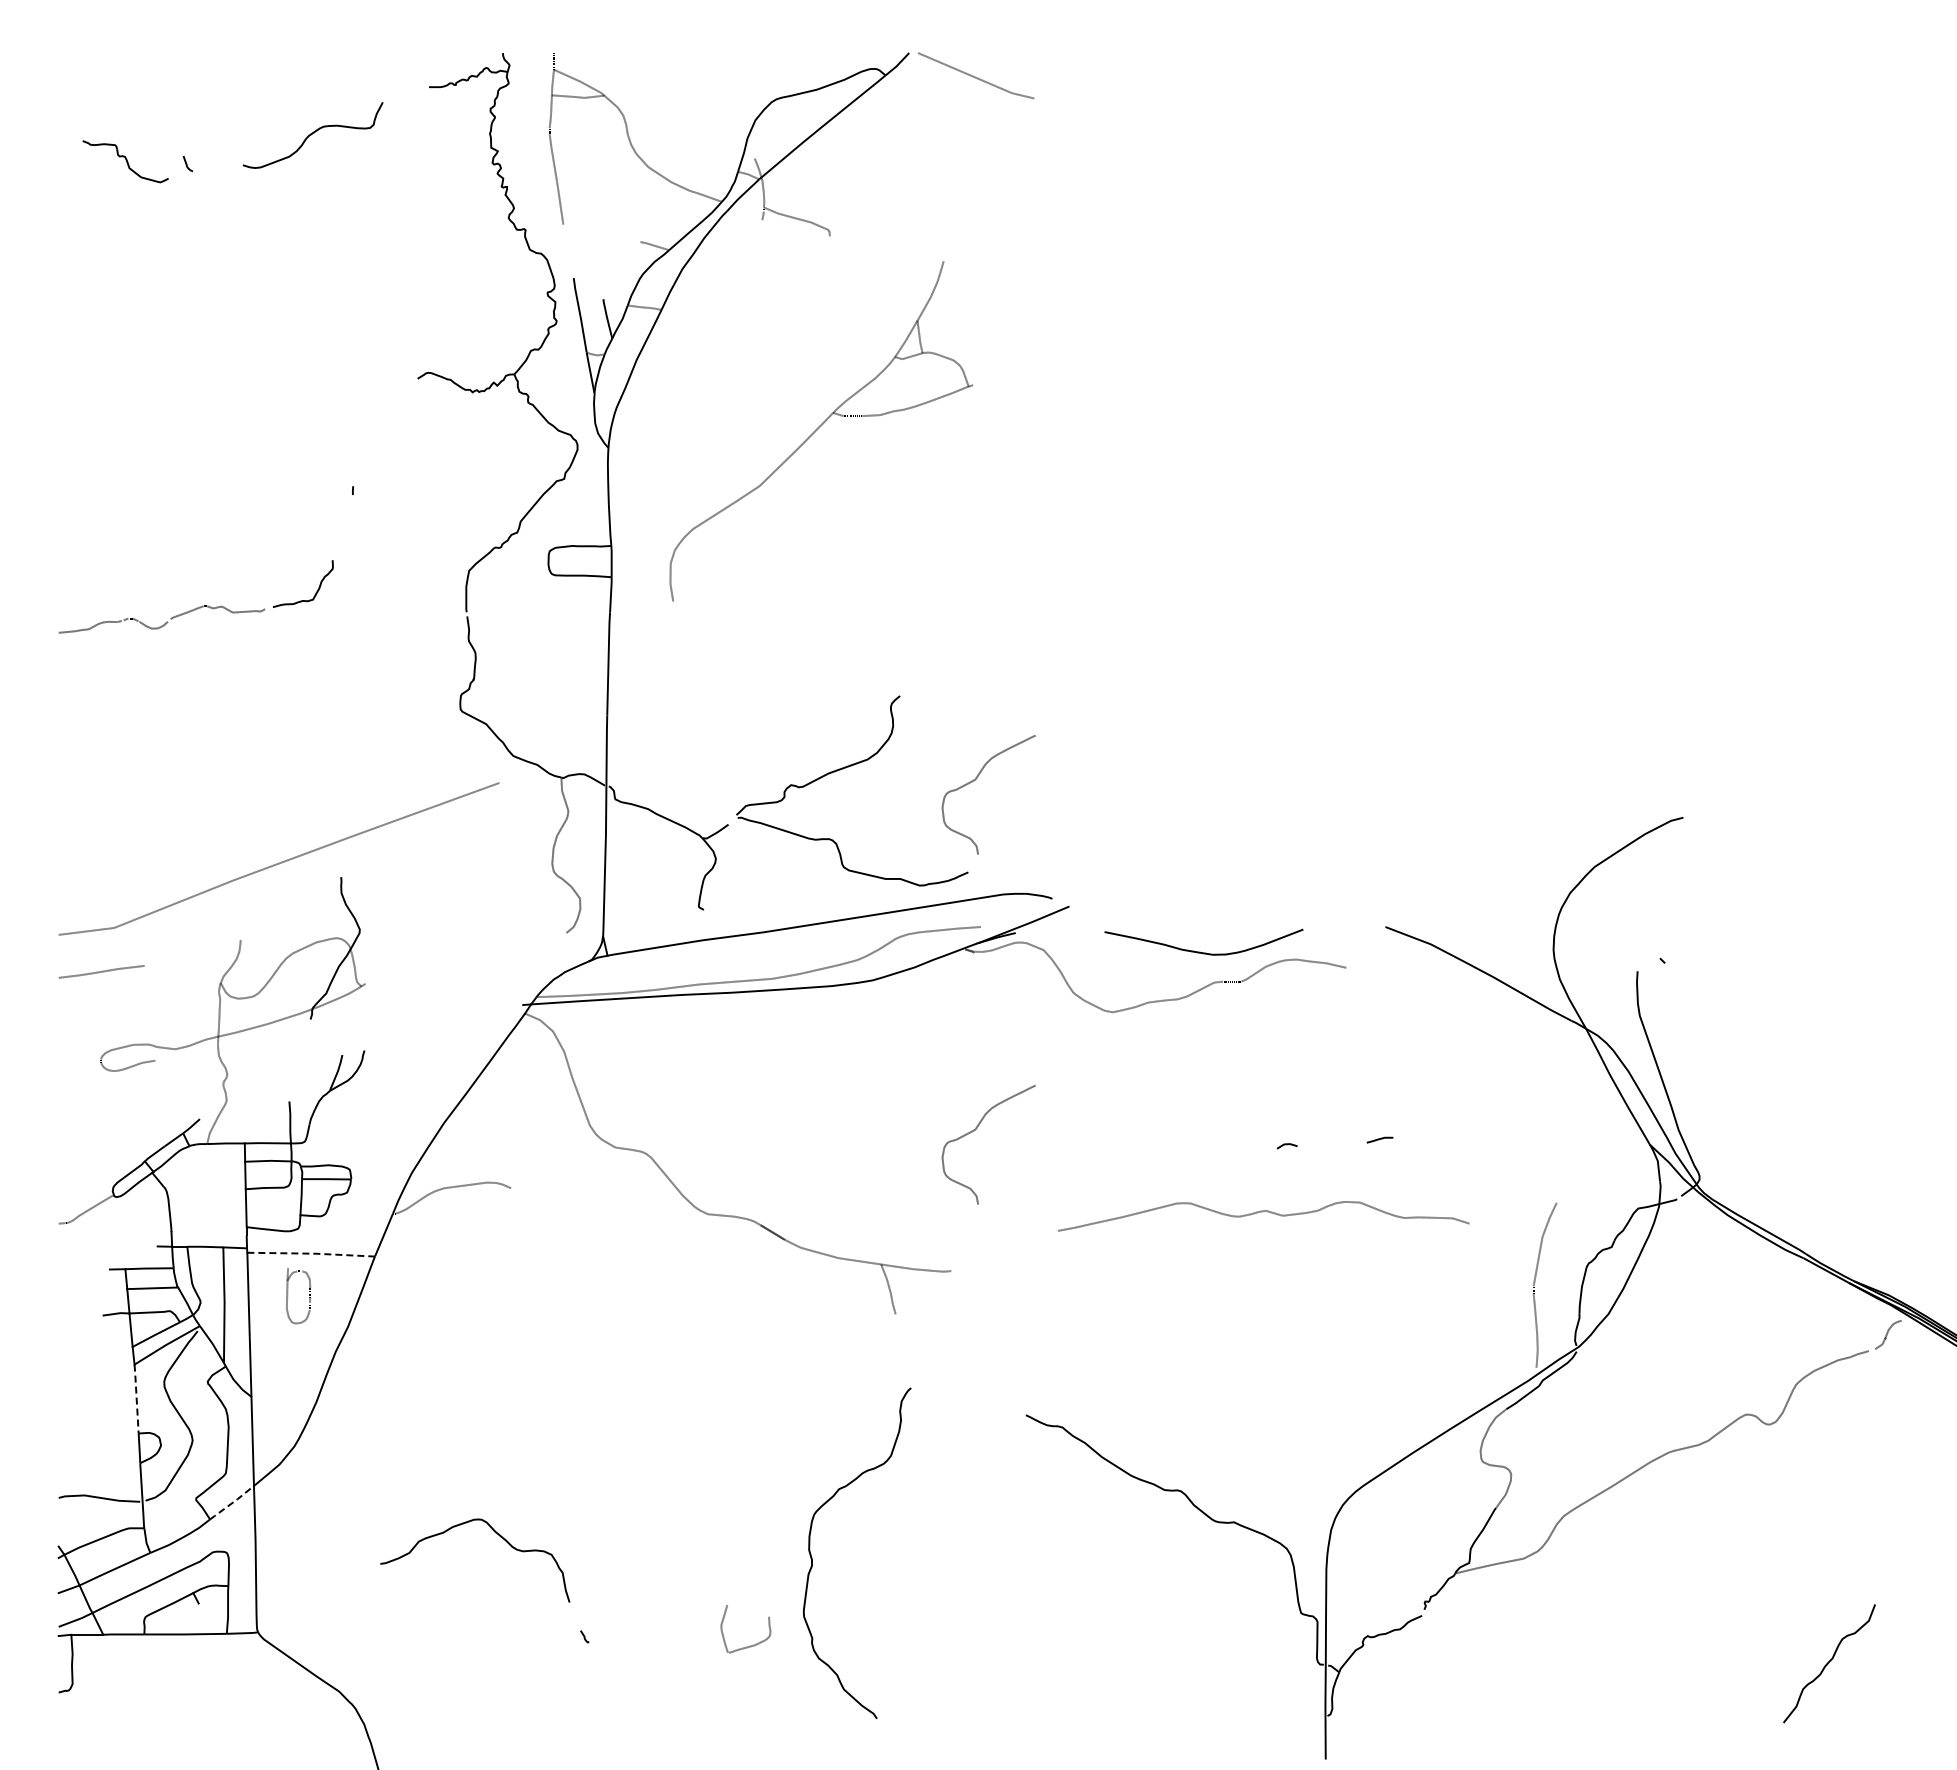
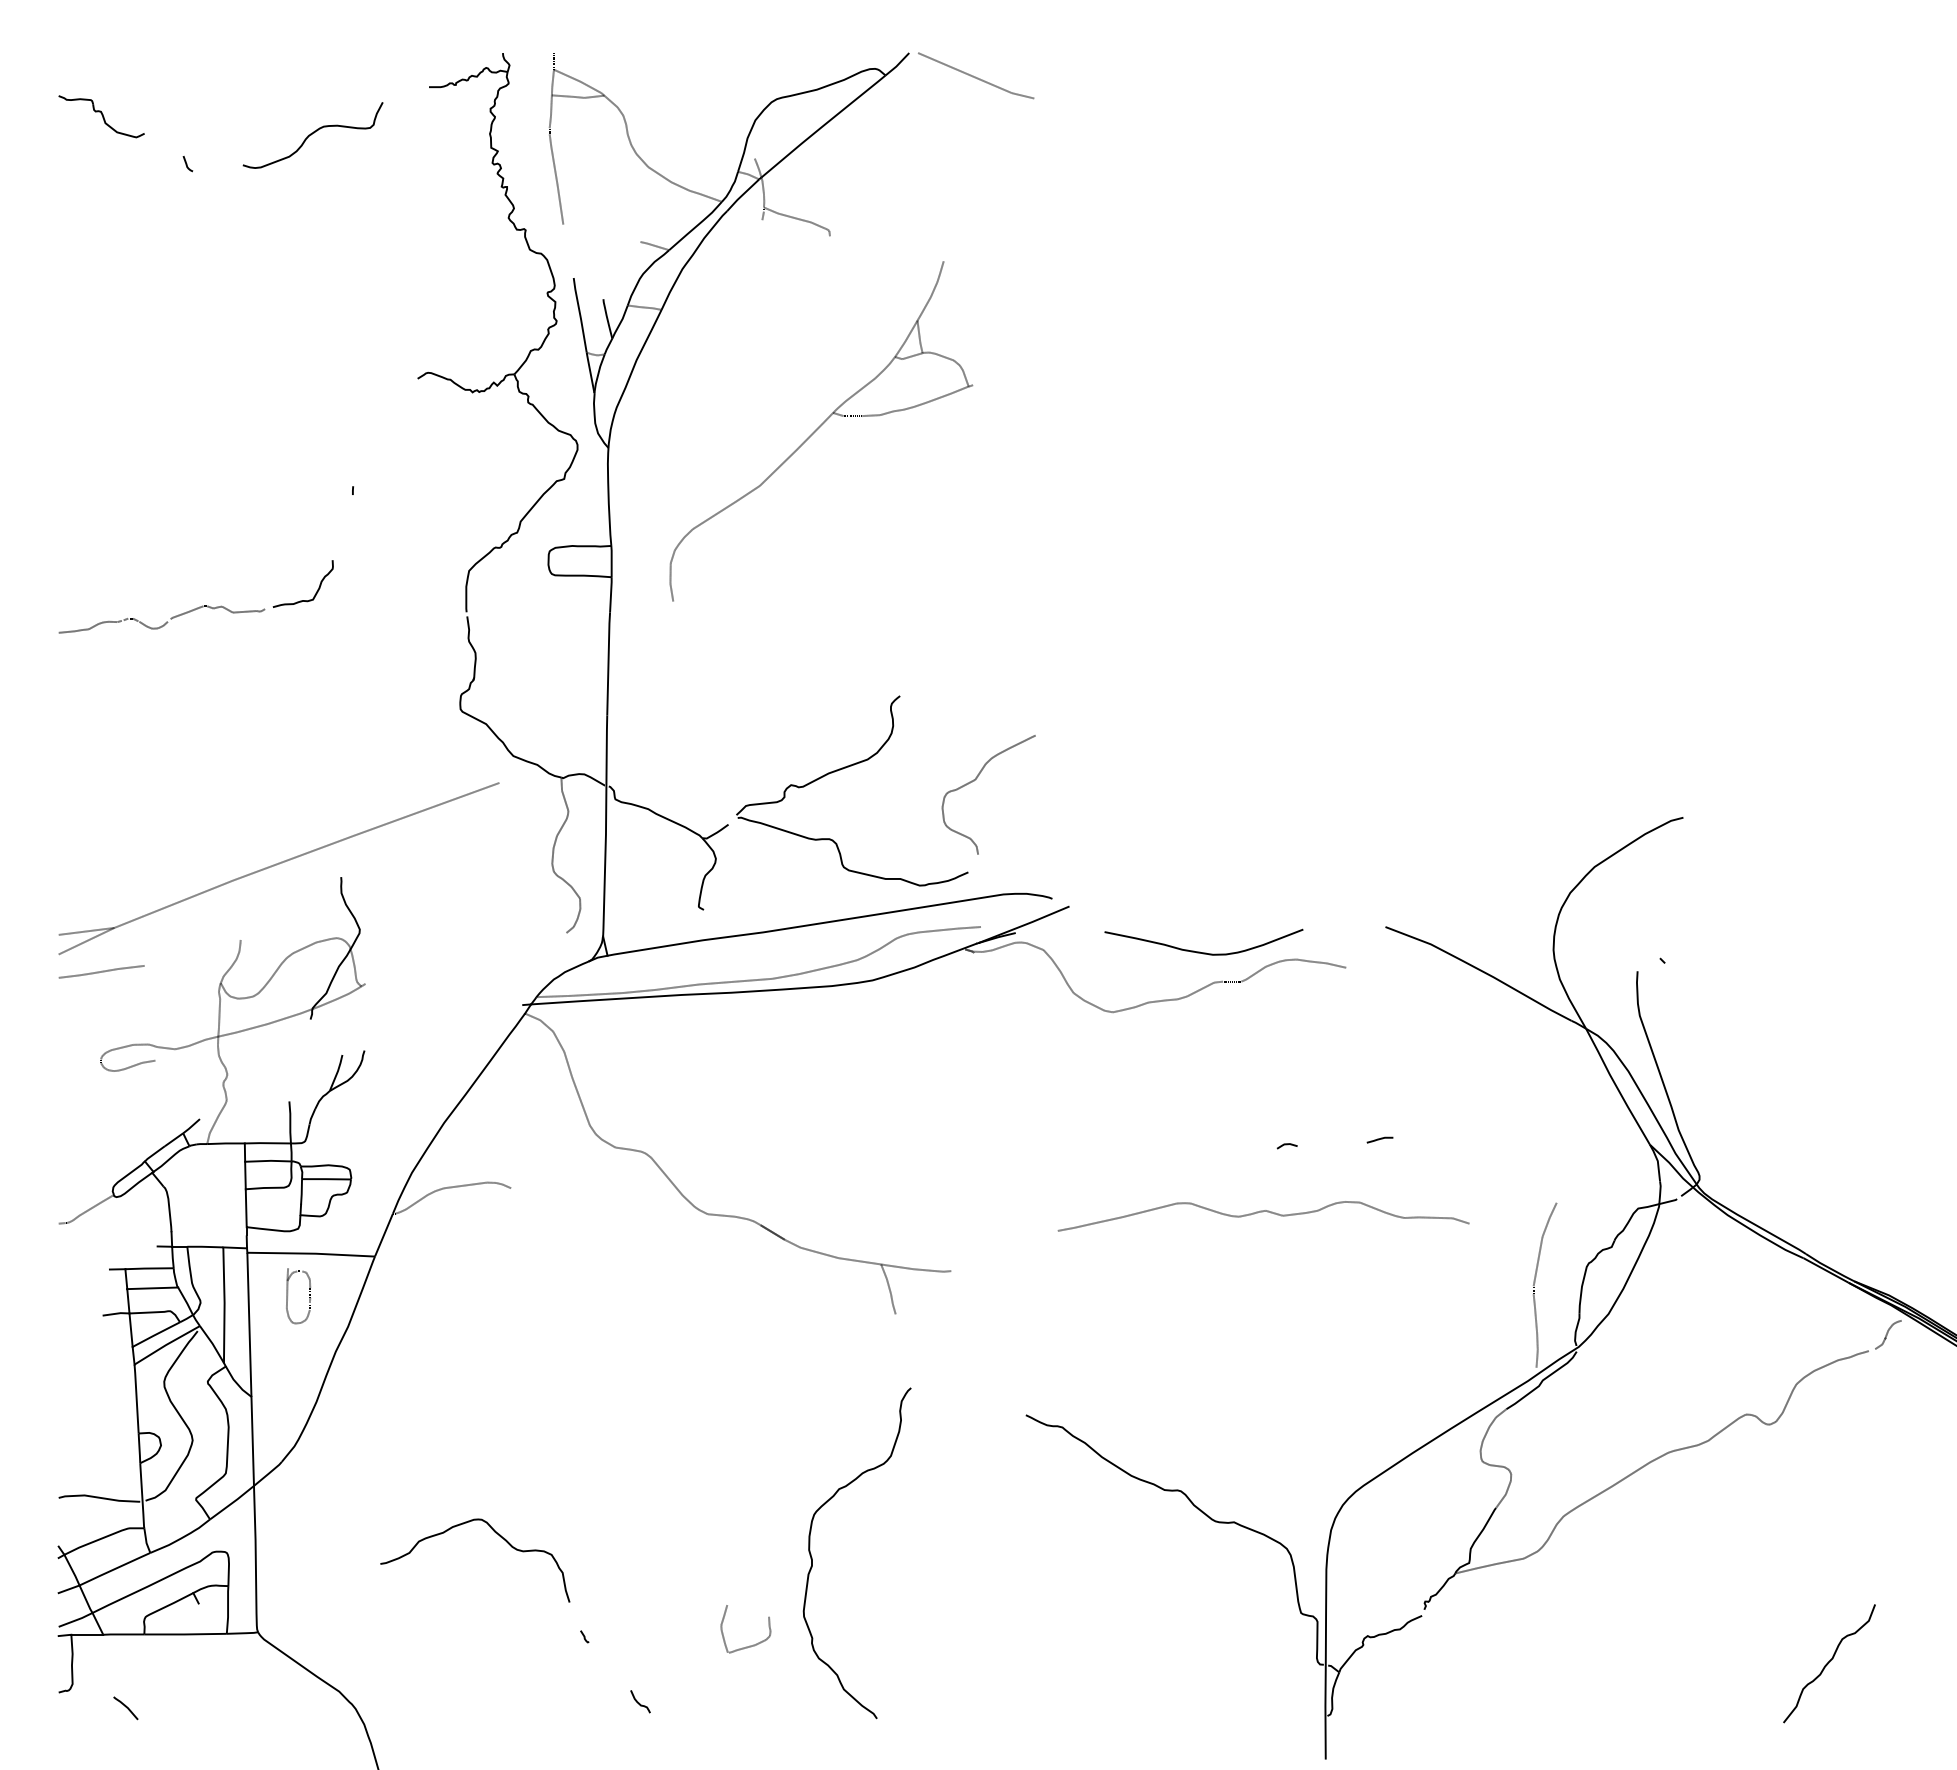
part at (125, 161) position: (125, 161) -> (101, 116)
line at (86, 940): none -> present
curve at (975, 1130): present -> none
line at (311, 1253): dashed -> solid
line at (136, 1398): dashed -> solid
line at (232, 1502): dashed -> solid
curve at (639, 1702): none -> present
line at (125, 1707): none -> present
